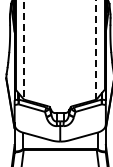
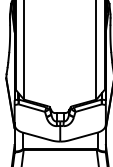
line at (96, 49): dashed -> solid
line at (24, 50): dashed -> solid
